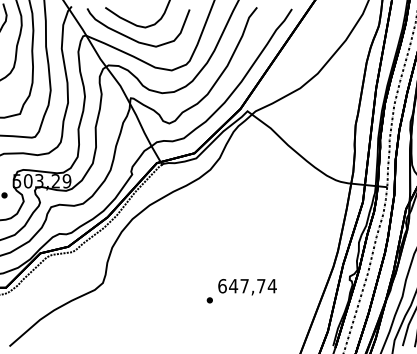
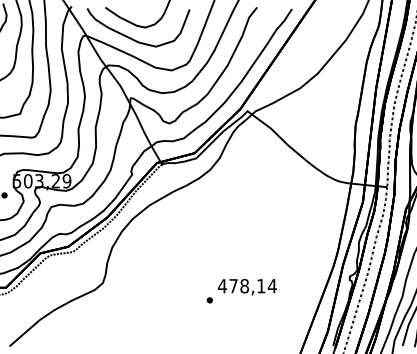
text at (241, 286): 647,74 -> 478,14
